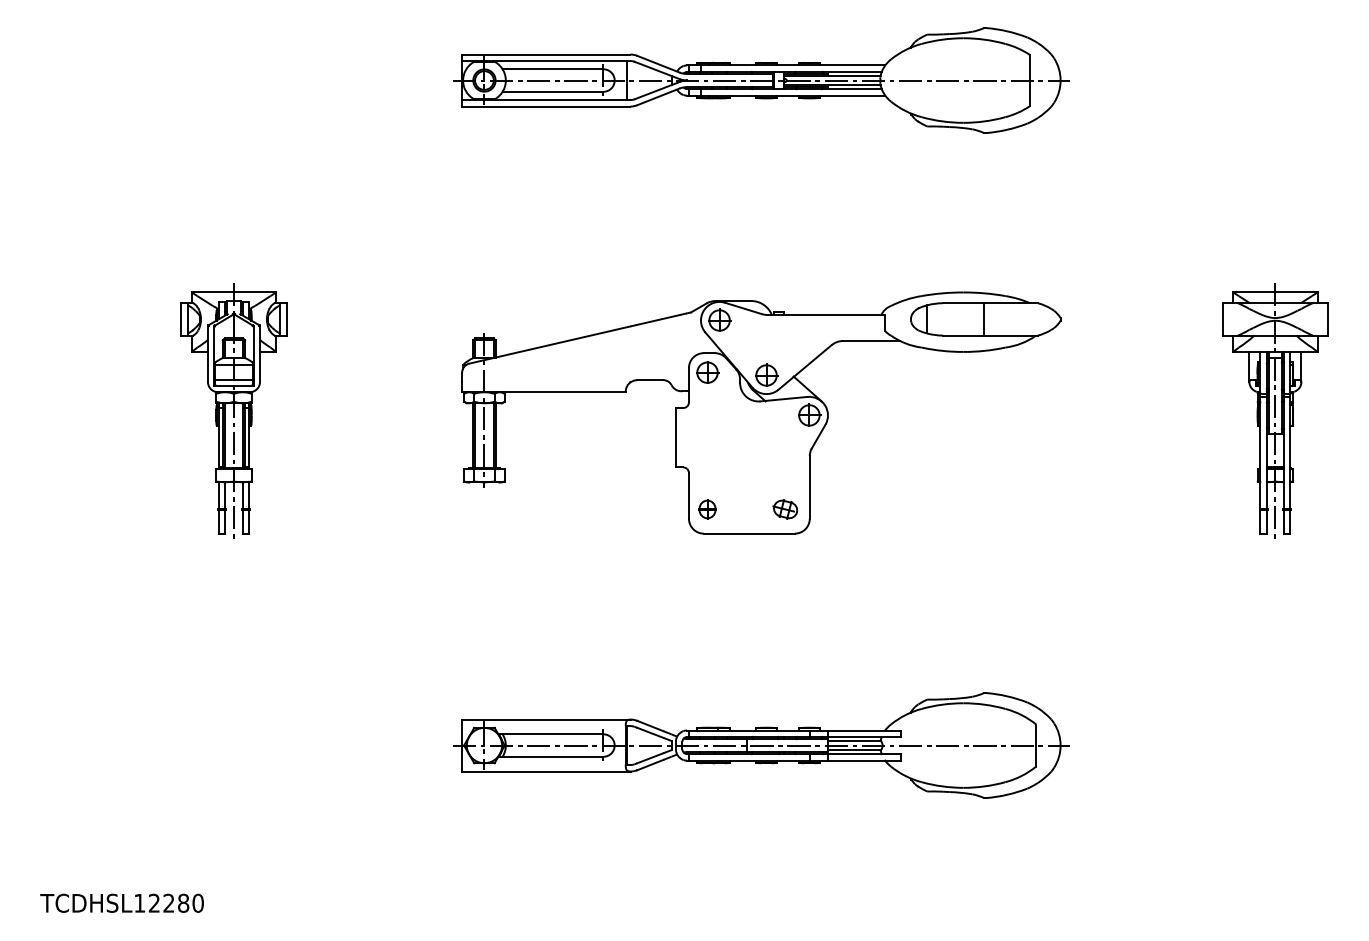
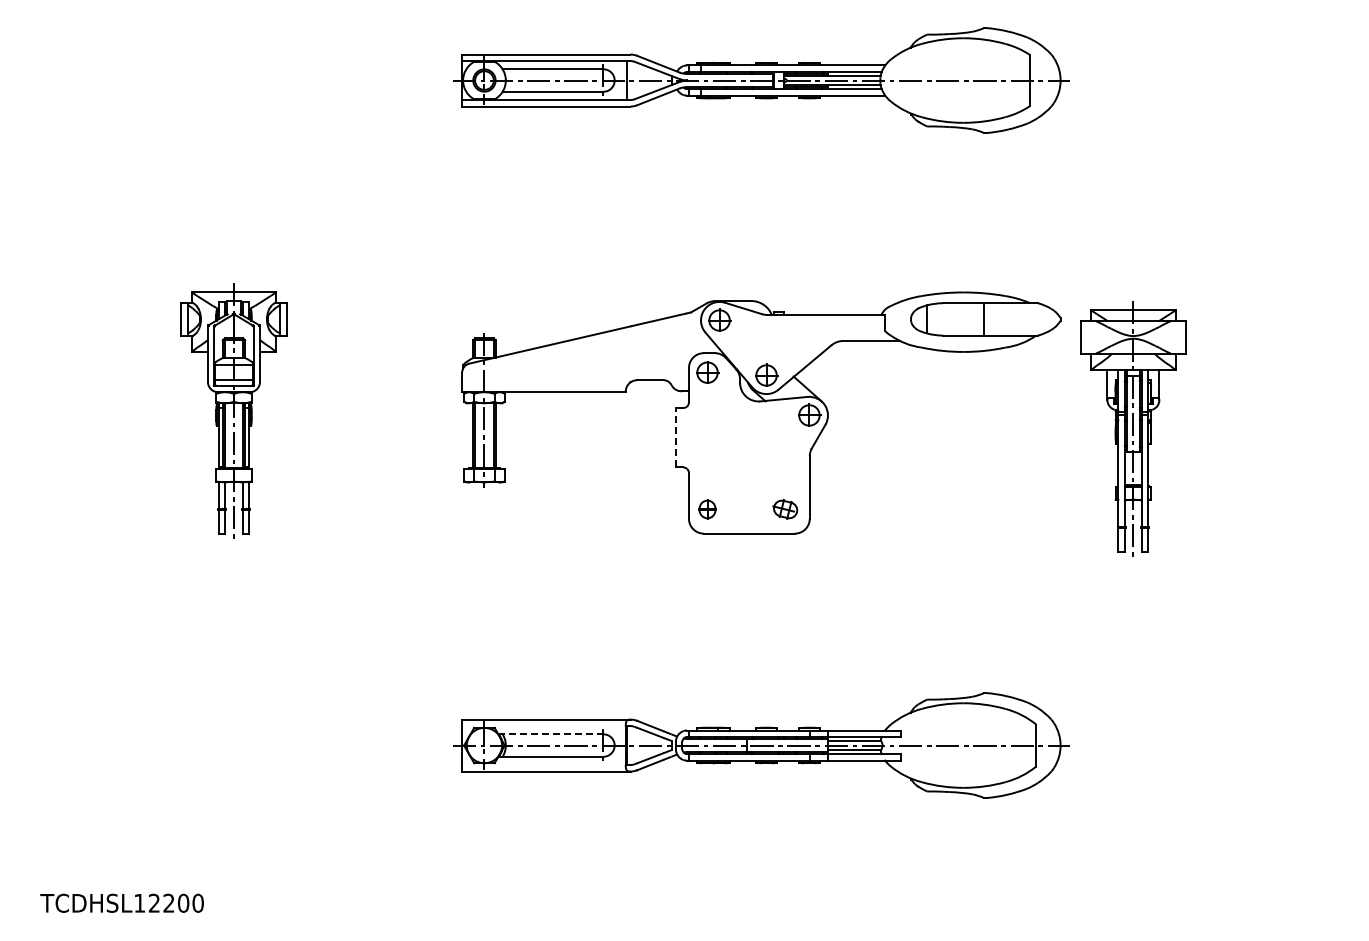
part at (1275, 410) position: (1275, 410) -> (1133, 428)
line at (675, 437): solid -> dashed
line at (550, 734): solid -> dashed
text at (183, 903): TCDHSL12280 -> TCDHSL12200
